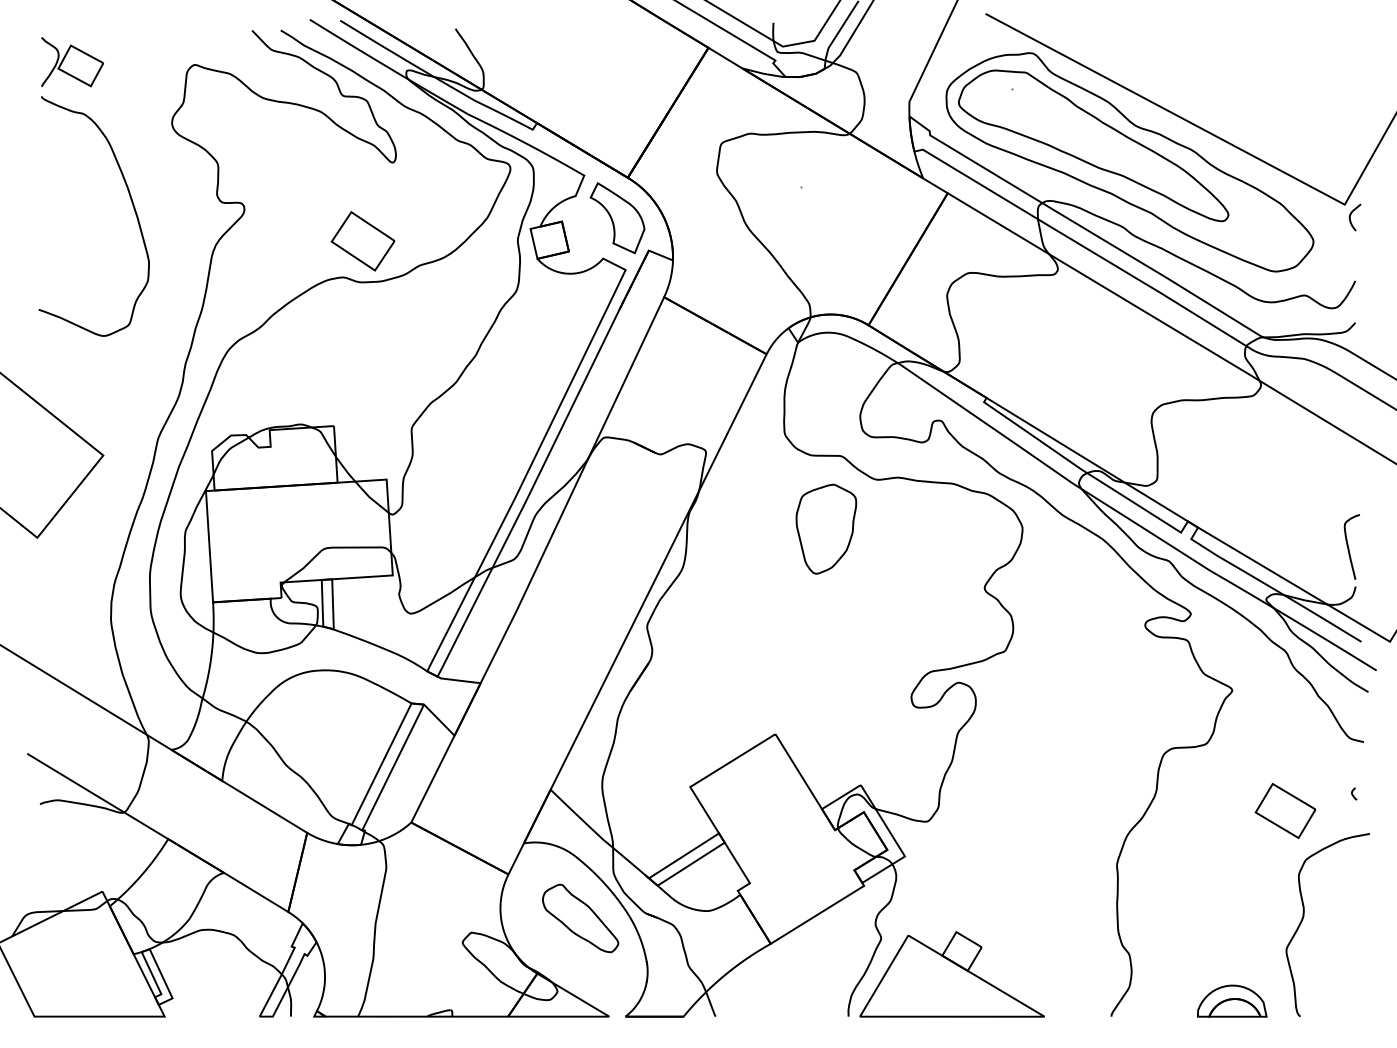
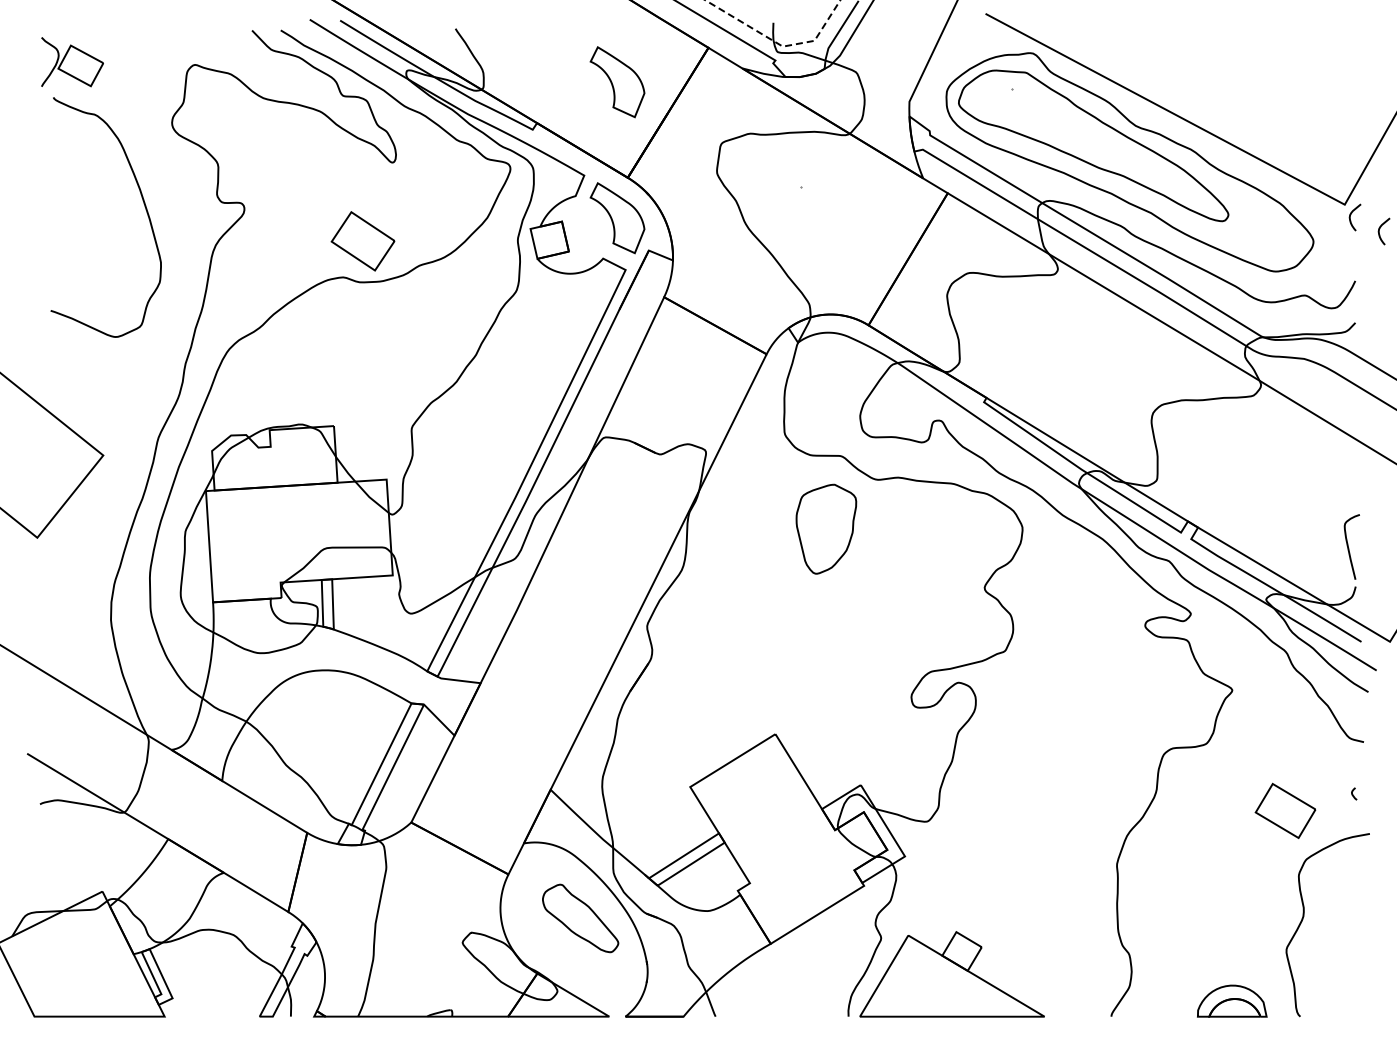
line at (779, 44): solid -> dashed
part at (617, 82): none -> present
curve at (131, 202) position: (131, 202) -> (143, 203)
curve at (1379, 231): none -> present
